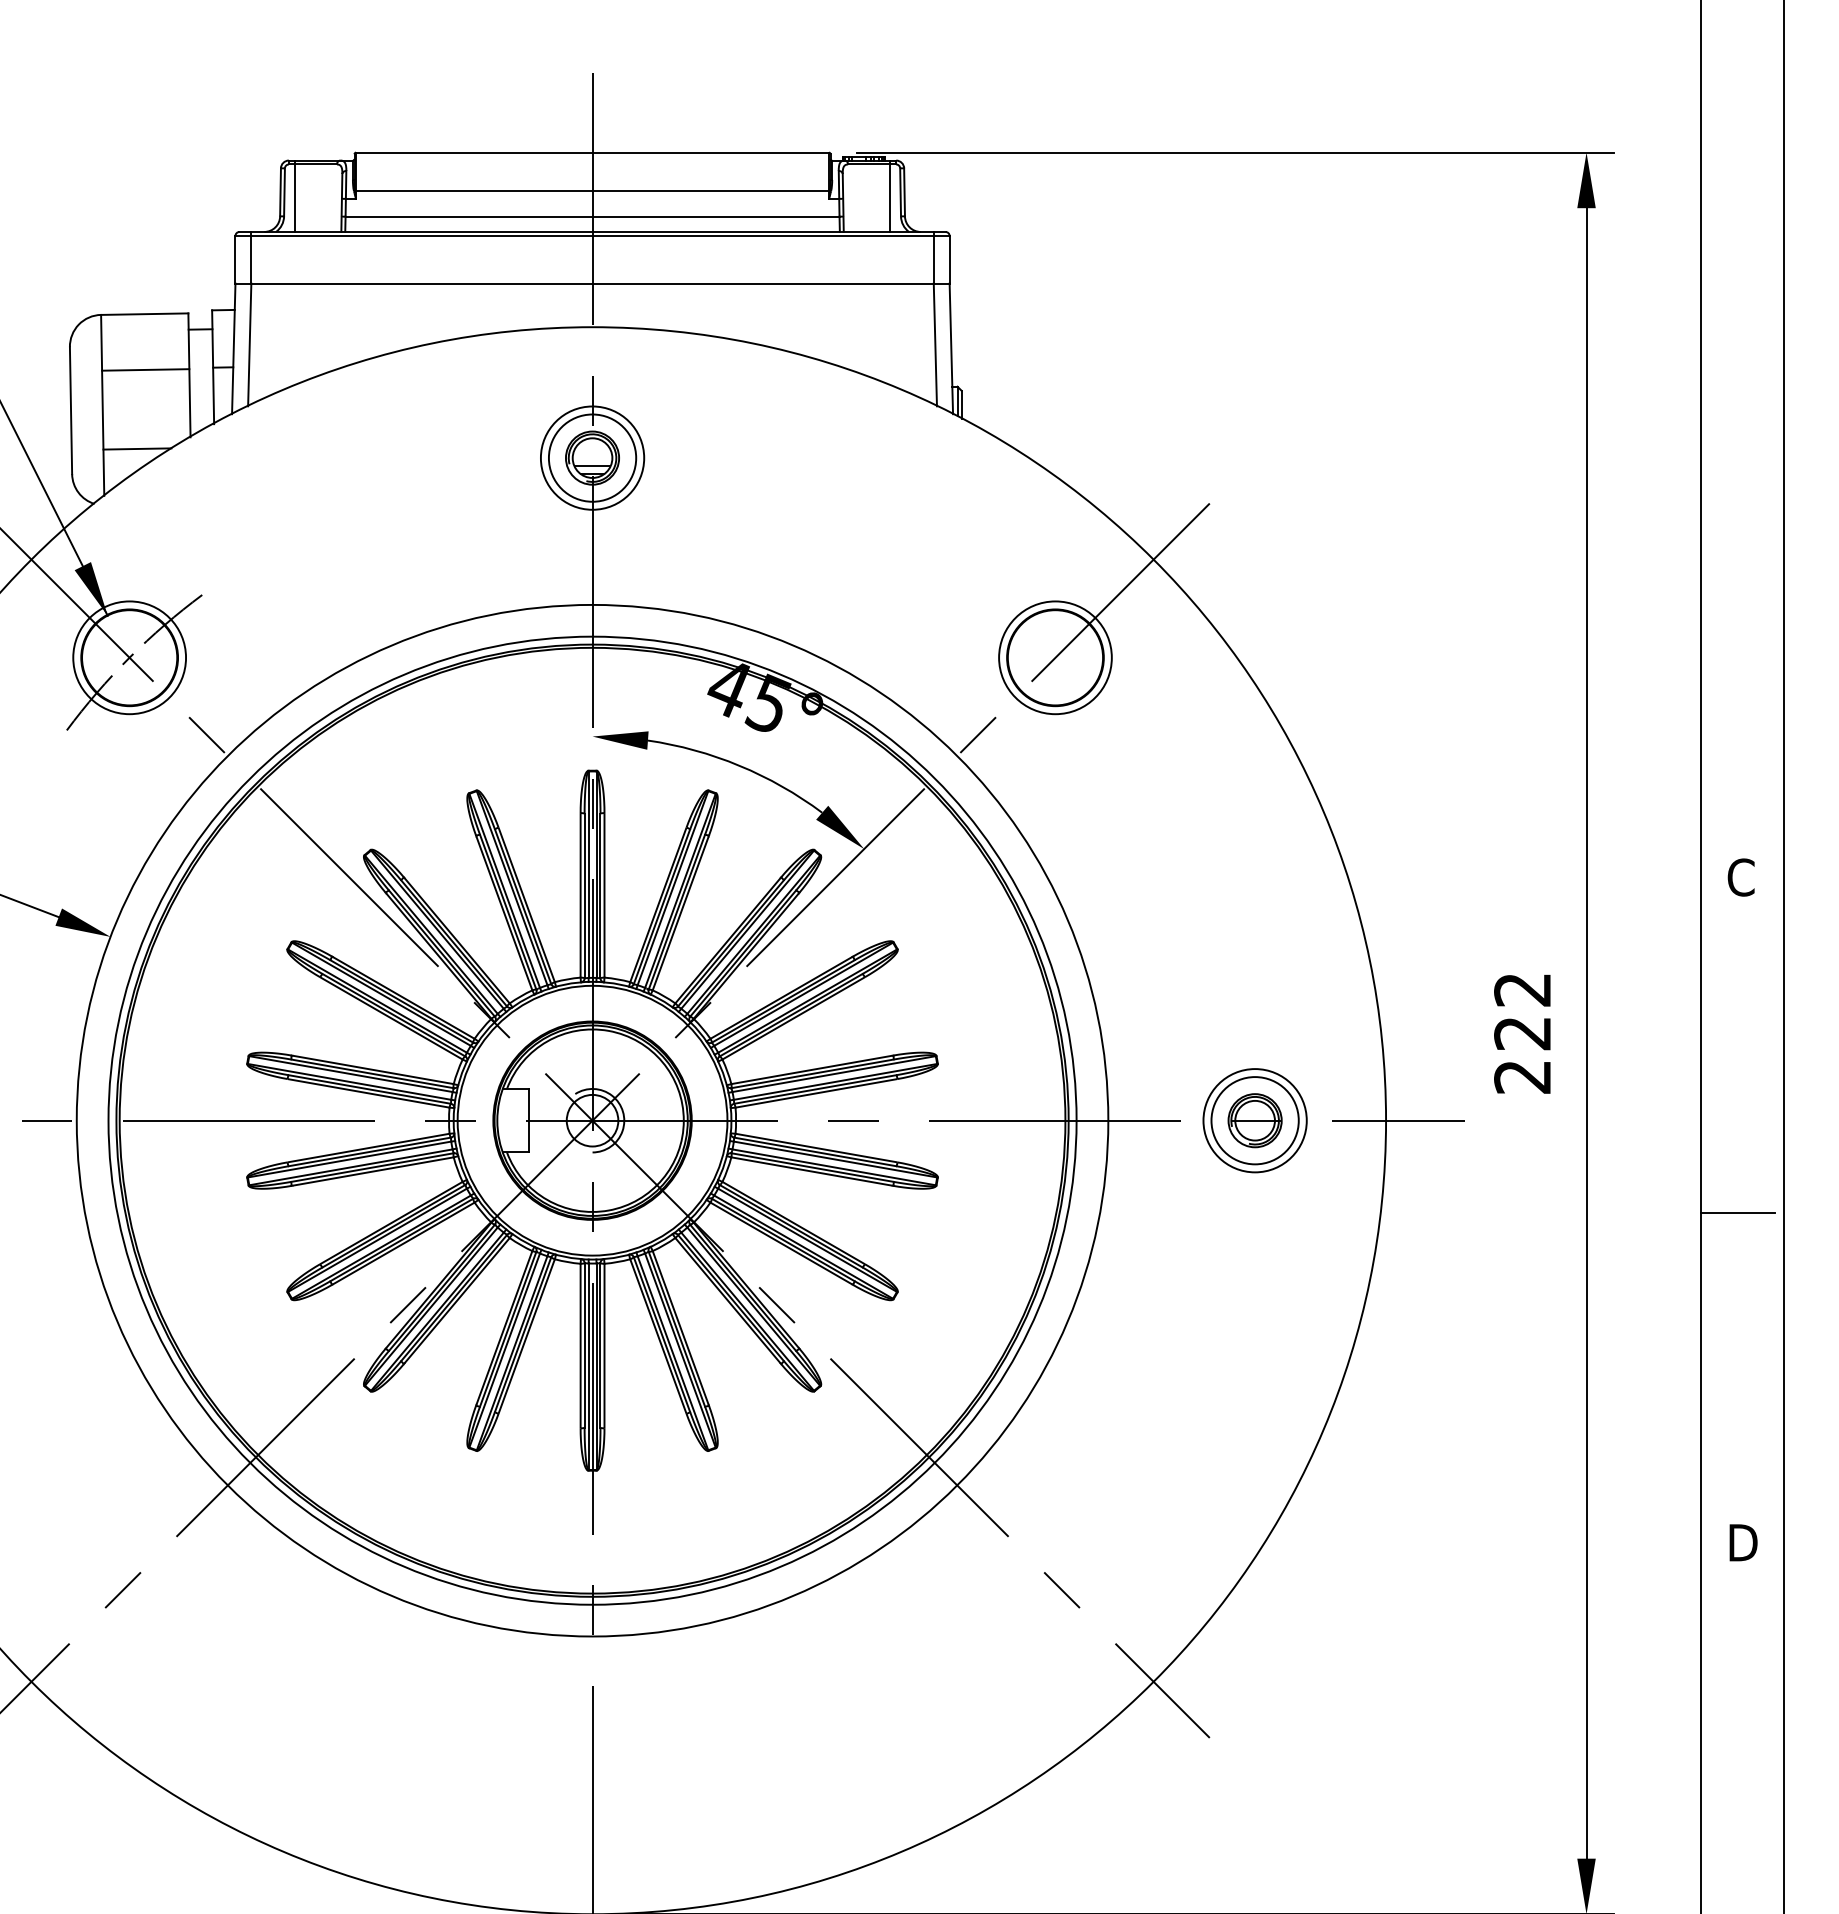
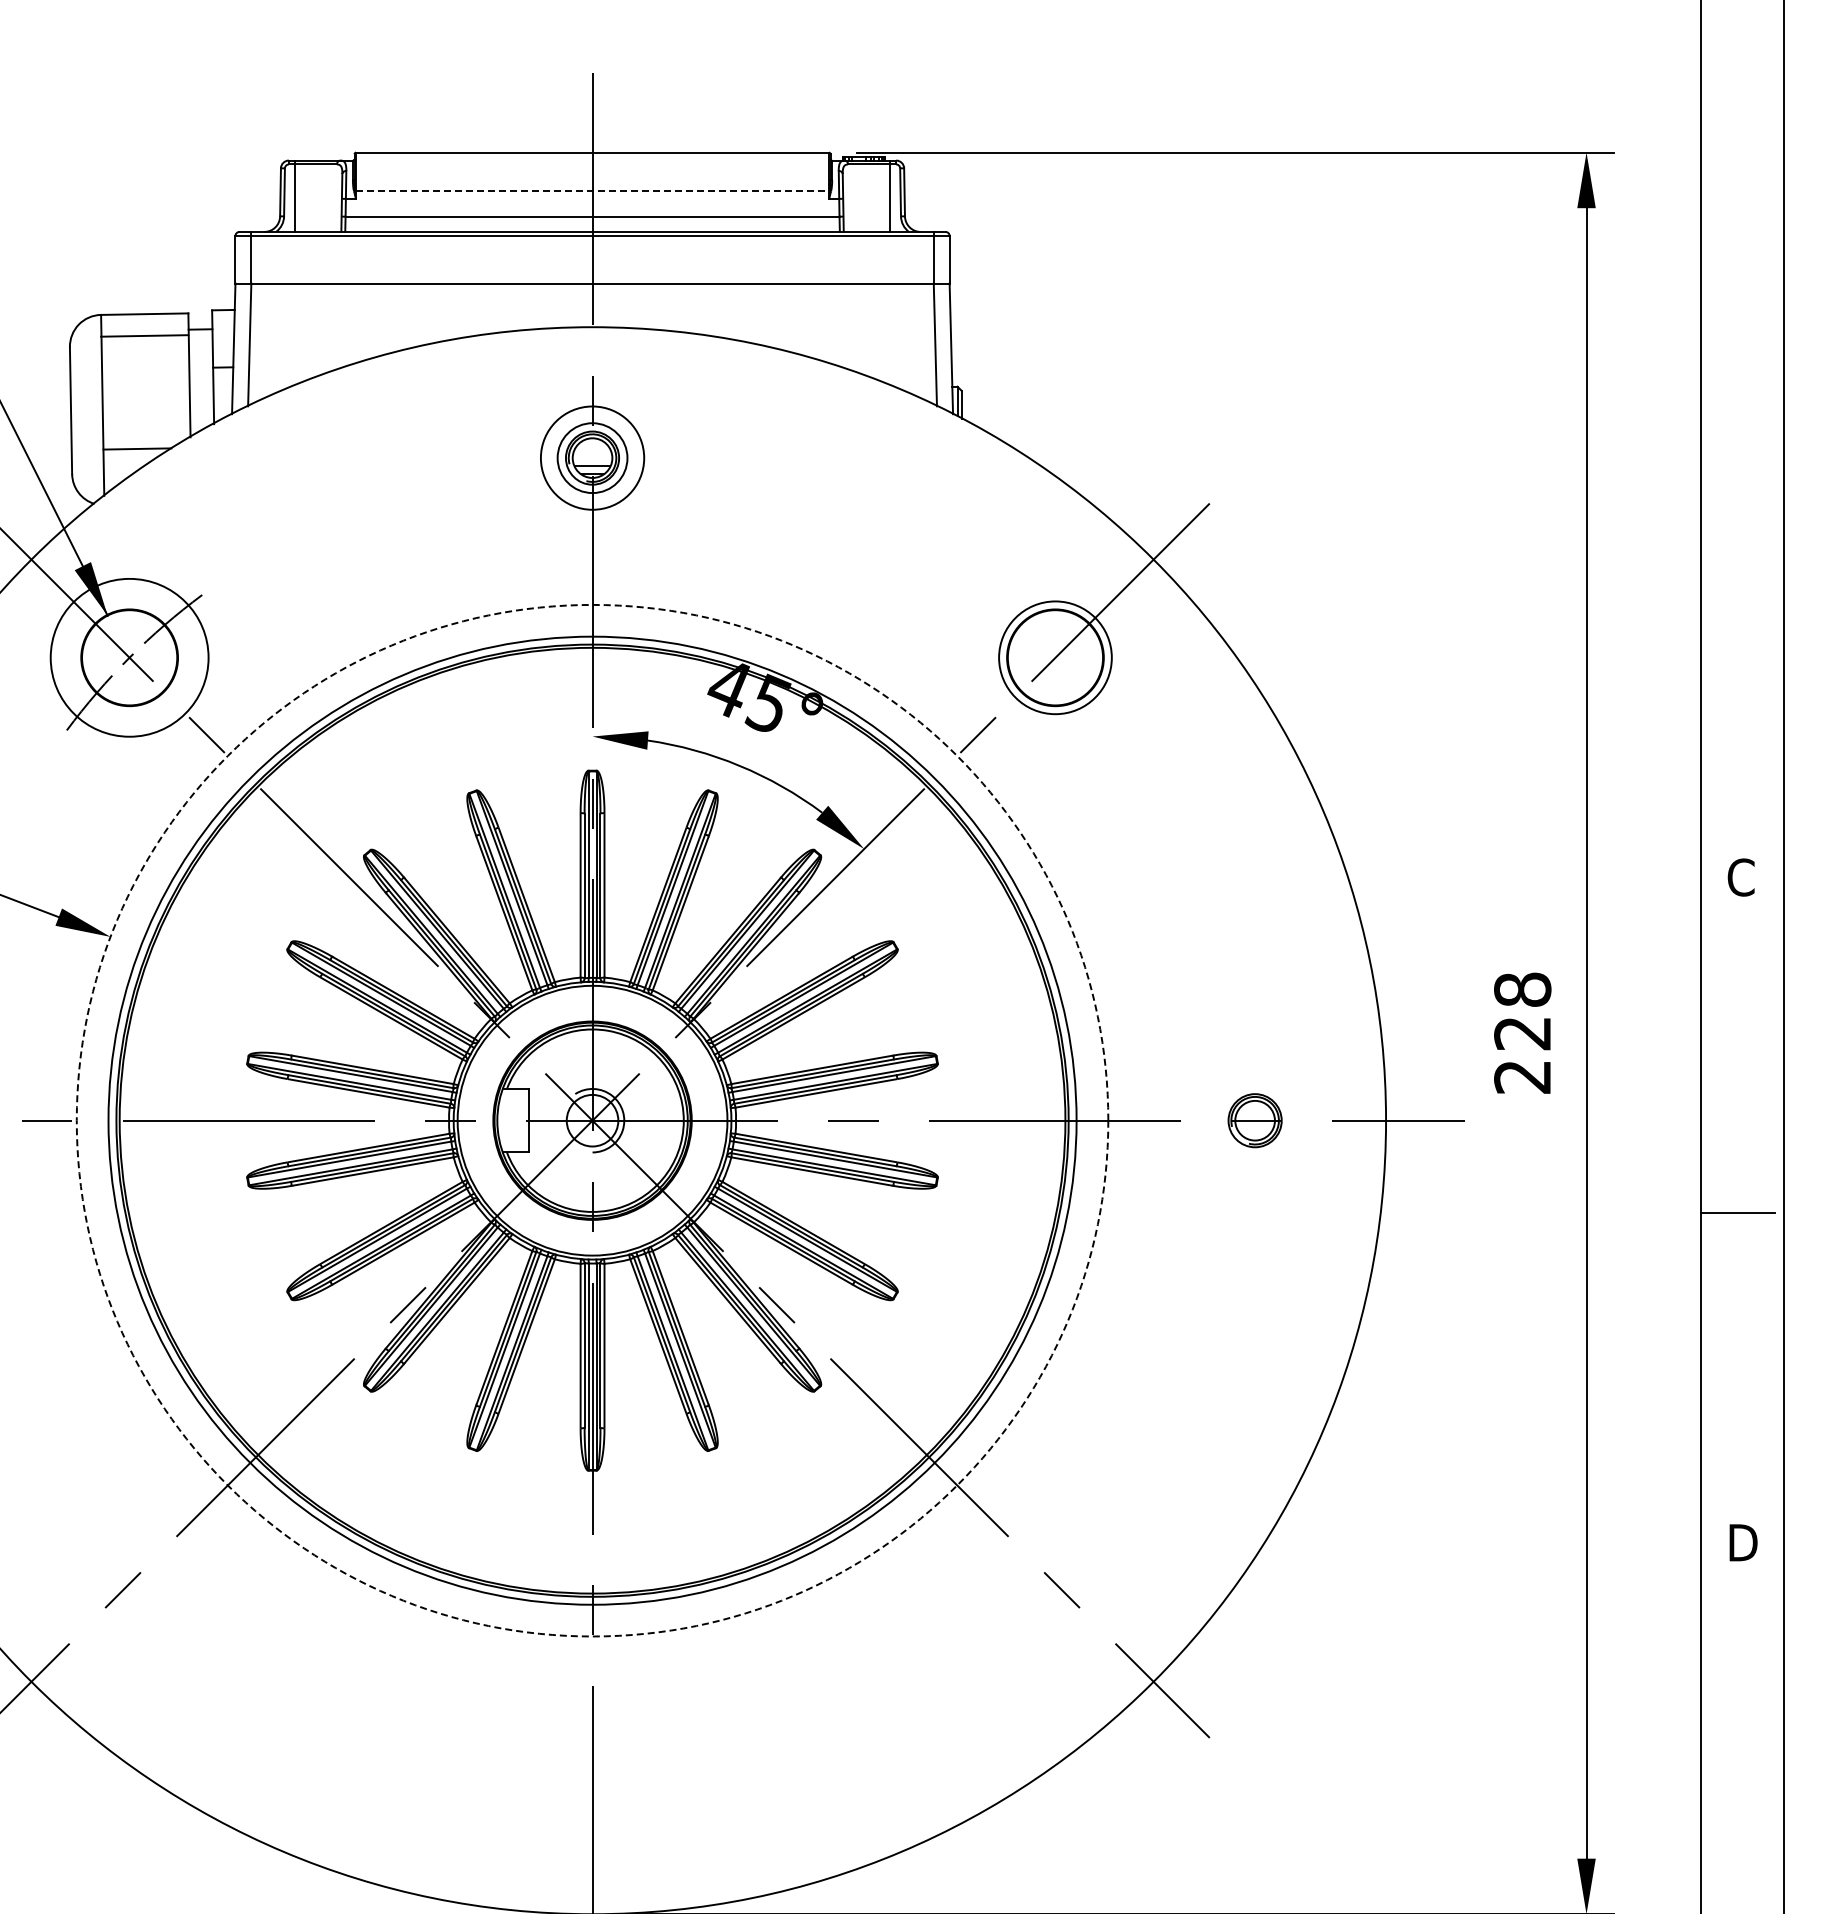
line at (593, 190): solid -> dashed
line at (145, 369) position: (145, 369) -> (144, 335)
circle at (592, 457) diameter: 87 px -> 70 px
circle at (129, 657) diameter: 113 px -> 158 px
text at (1522, 989): 222 -> 228
circle at (592, 1120): solid -> dashed
part at (1254, 1120): present -> none
